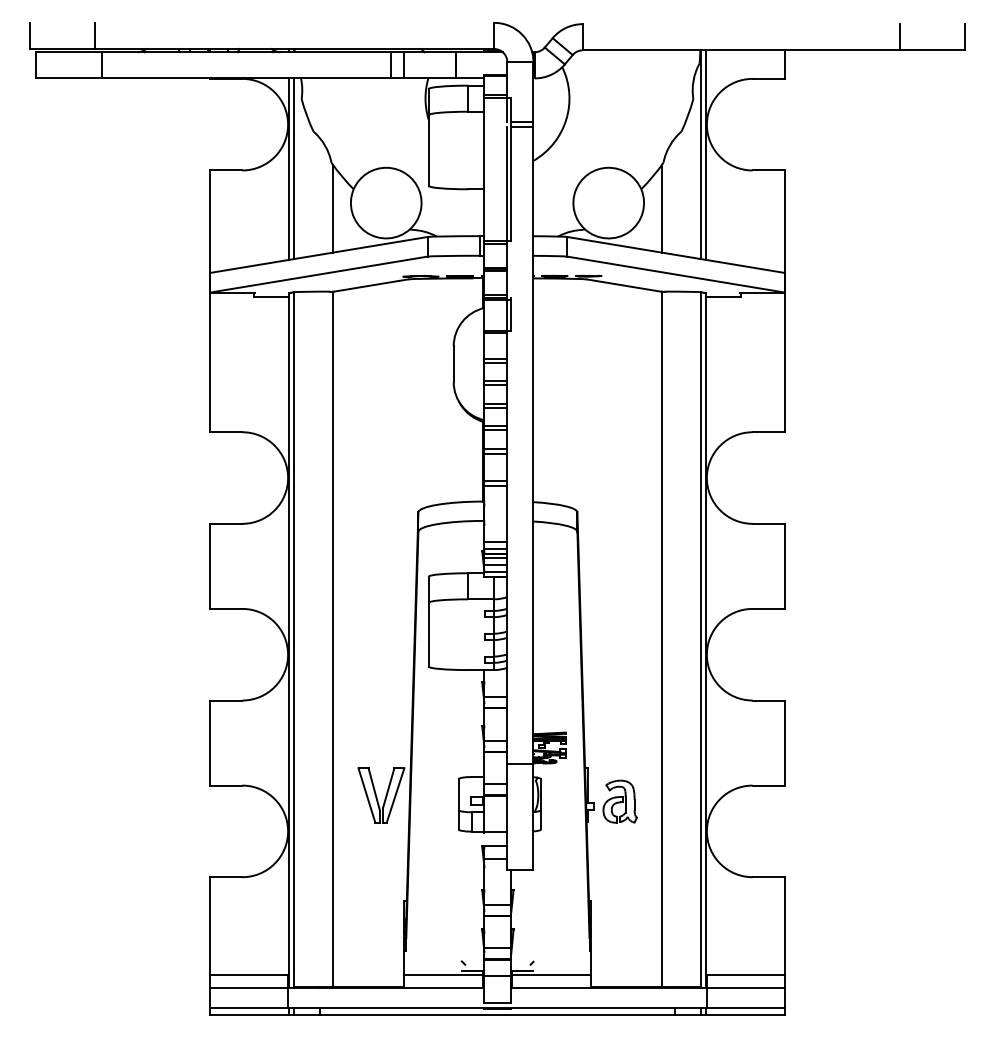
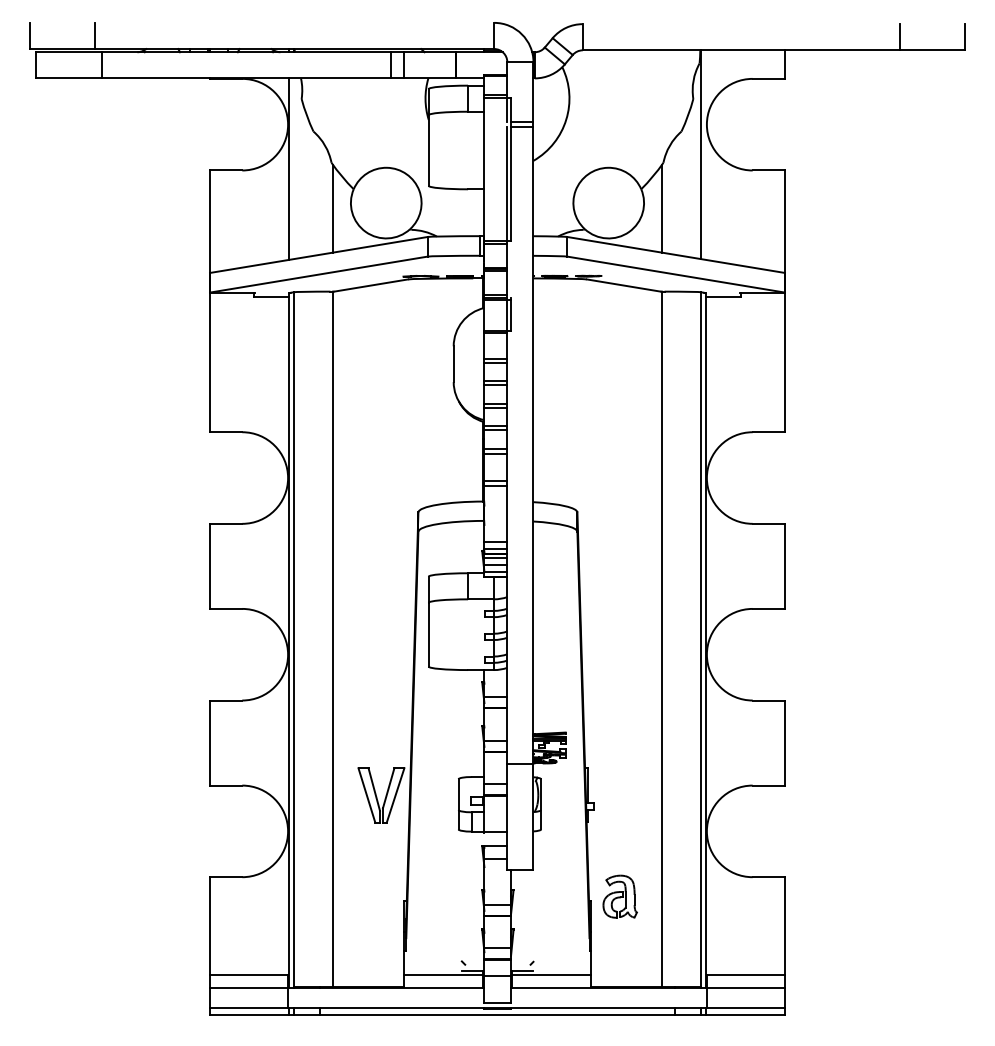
line at (705, 154): present -> none
line at (293, 168): present -> none
part at (619, 801) position: (619, 801) -> (619, 896)
